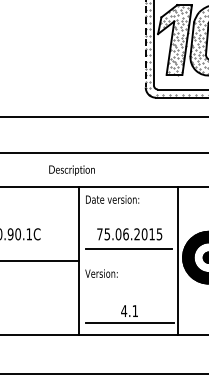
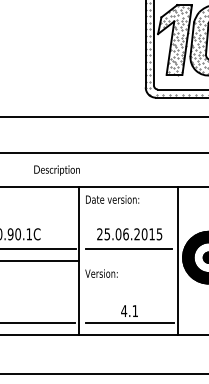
line at (145, 43): dashed -> solid
text at (71, 170) position: (71, 170) -> (56, 170)
text at (99, 234): 75.06.2015 -> 25.06.2015
line at (38, 249): none -> present
line at (38, 323): none -> present
